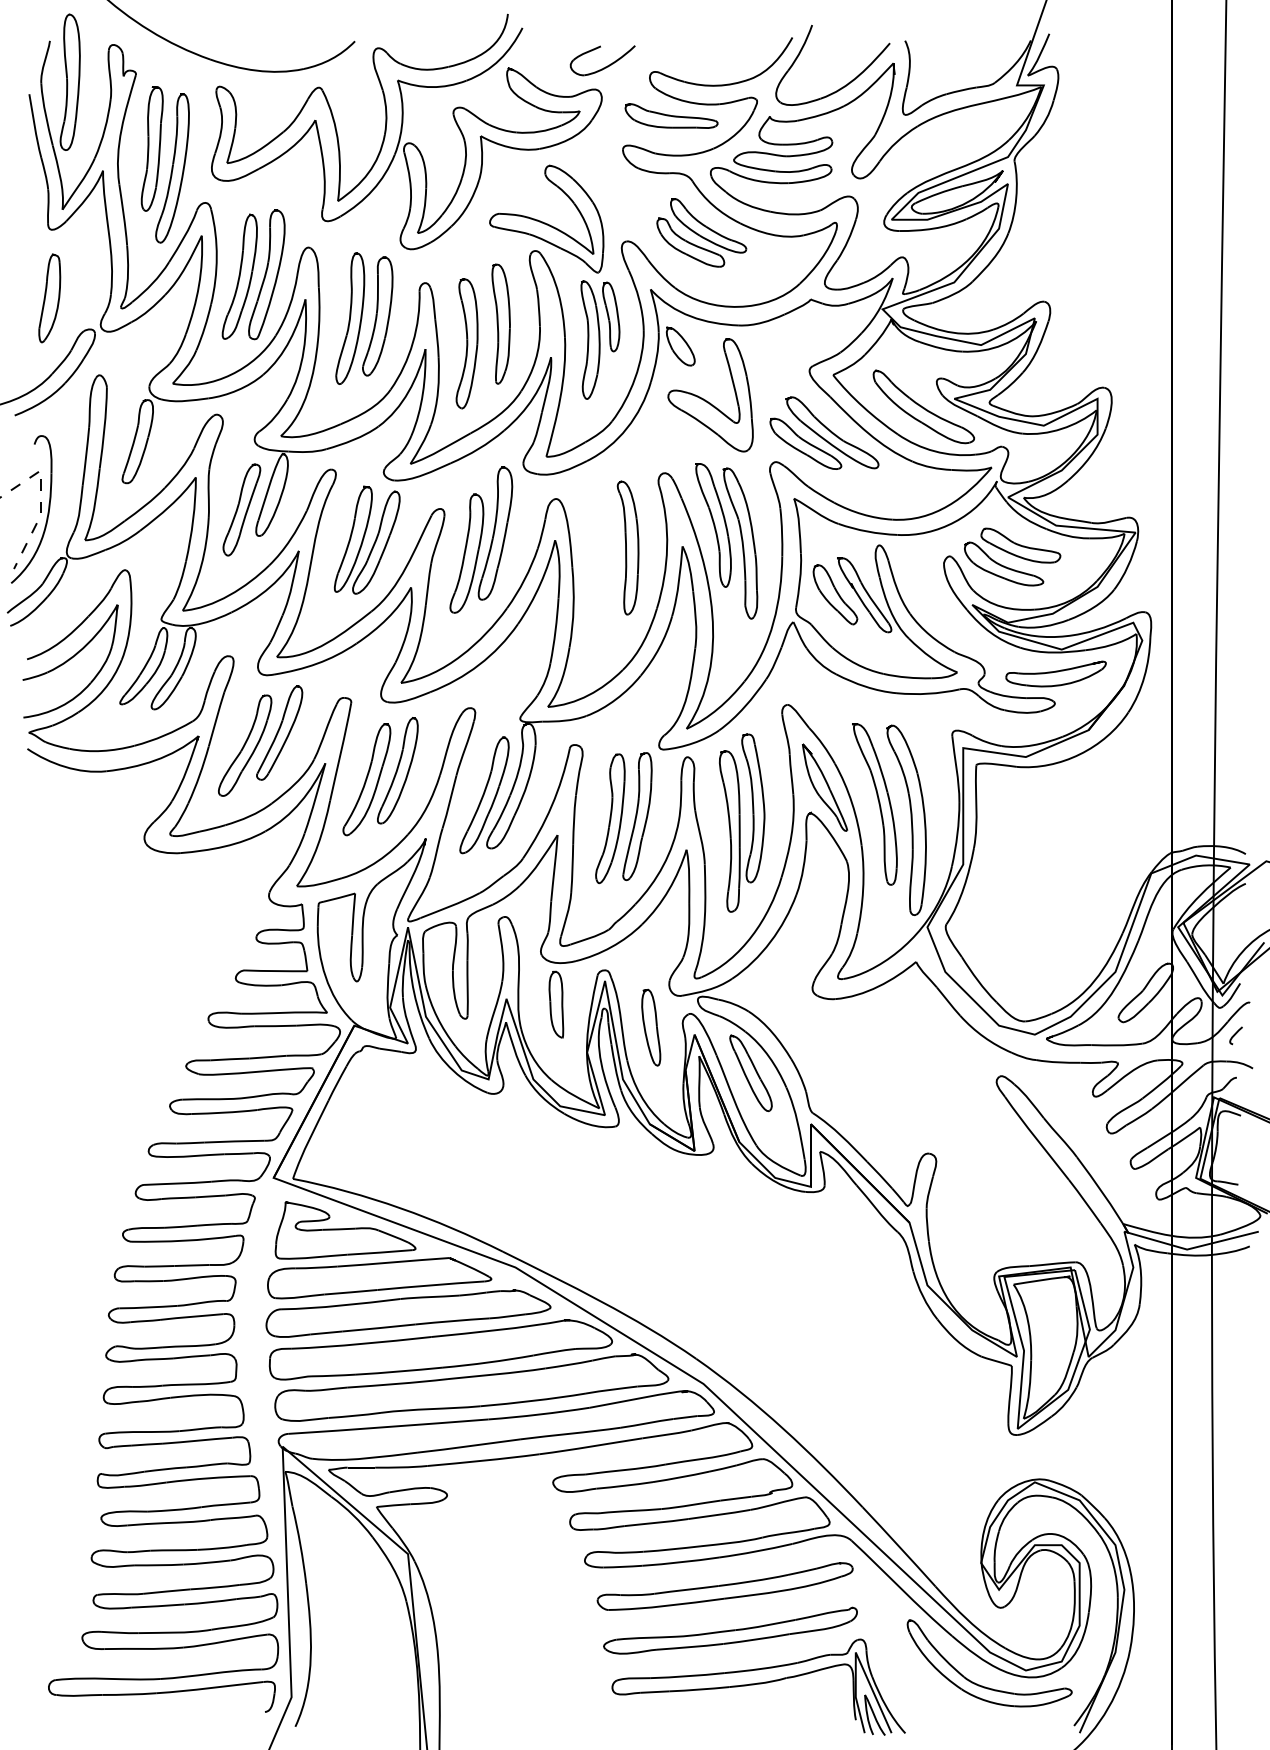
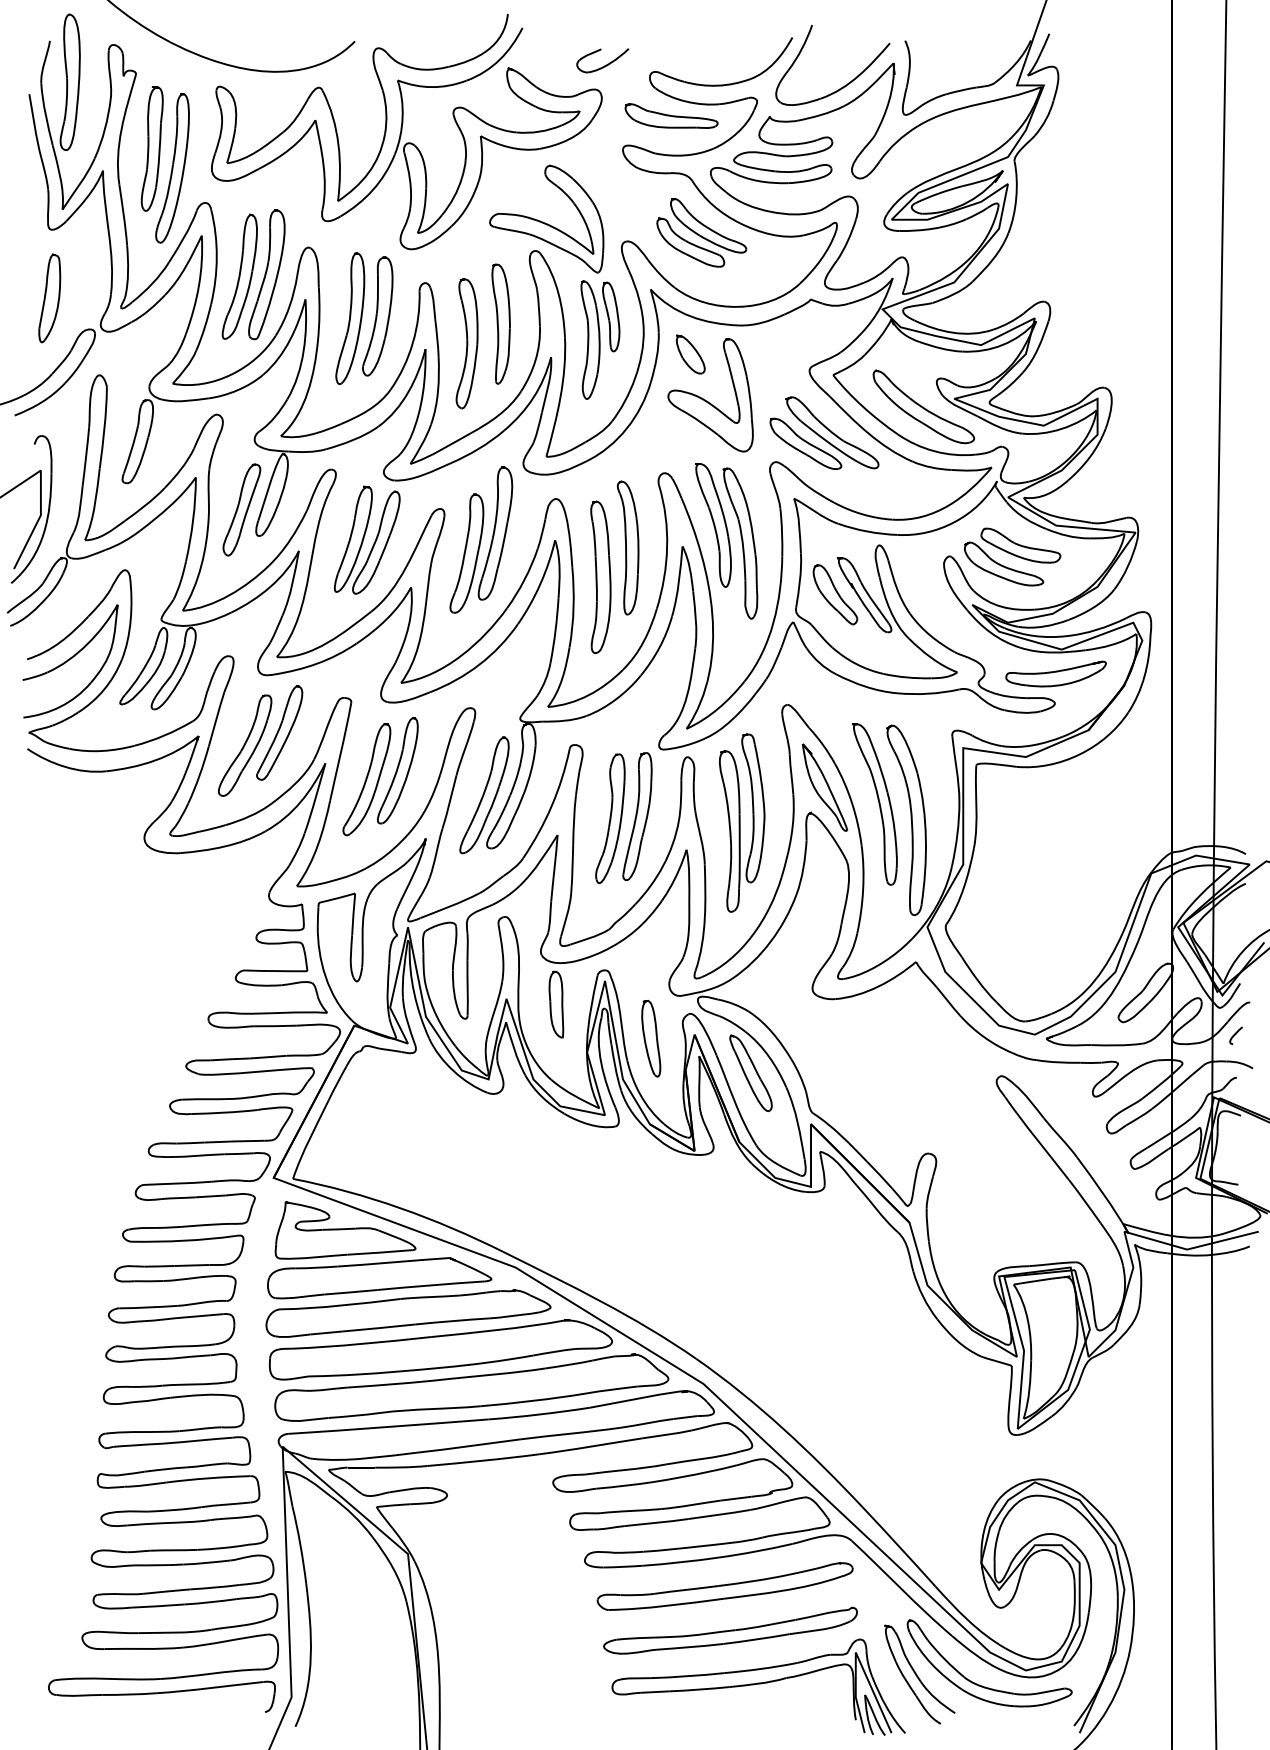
part at (602, 60) size: 67x32 px -> 54x26 px
part at (680, 346) position: (680, 346) -> (690, 354)
line at (40, 499): dashed -> solid
part at (600, 576): none -> present
part at (651, 1027) position: (651, 1027) -> (651, 1038)
part at (919, 1674): none -> present
